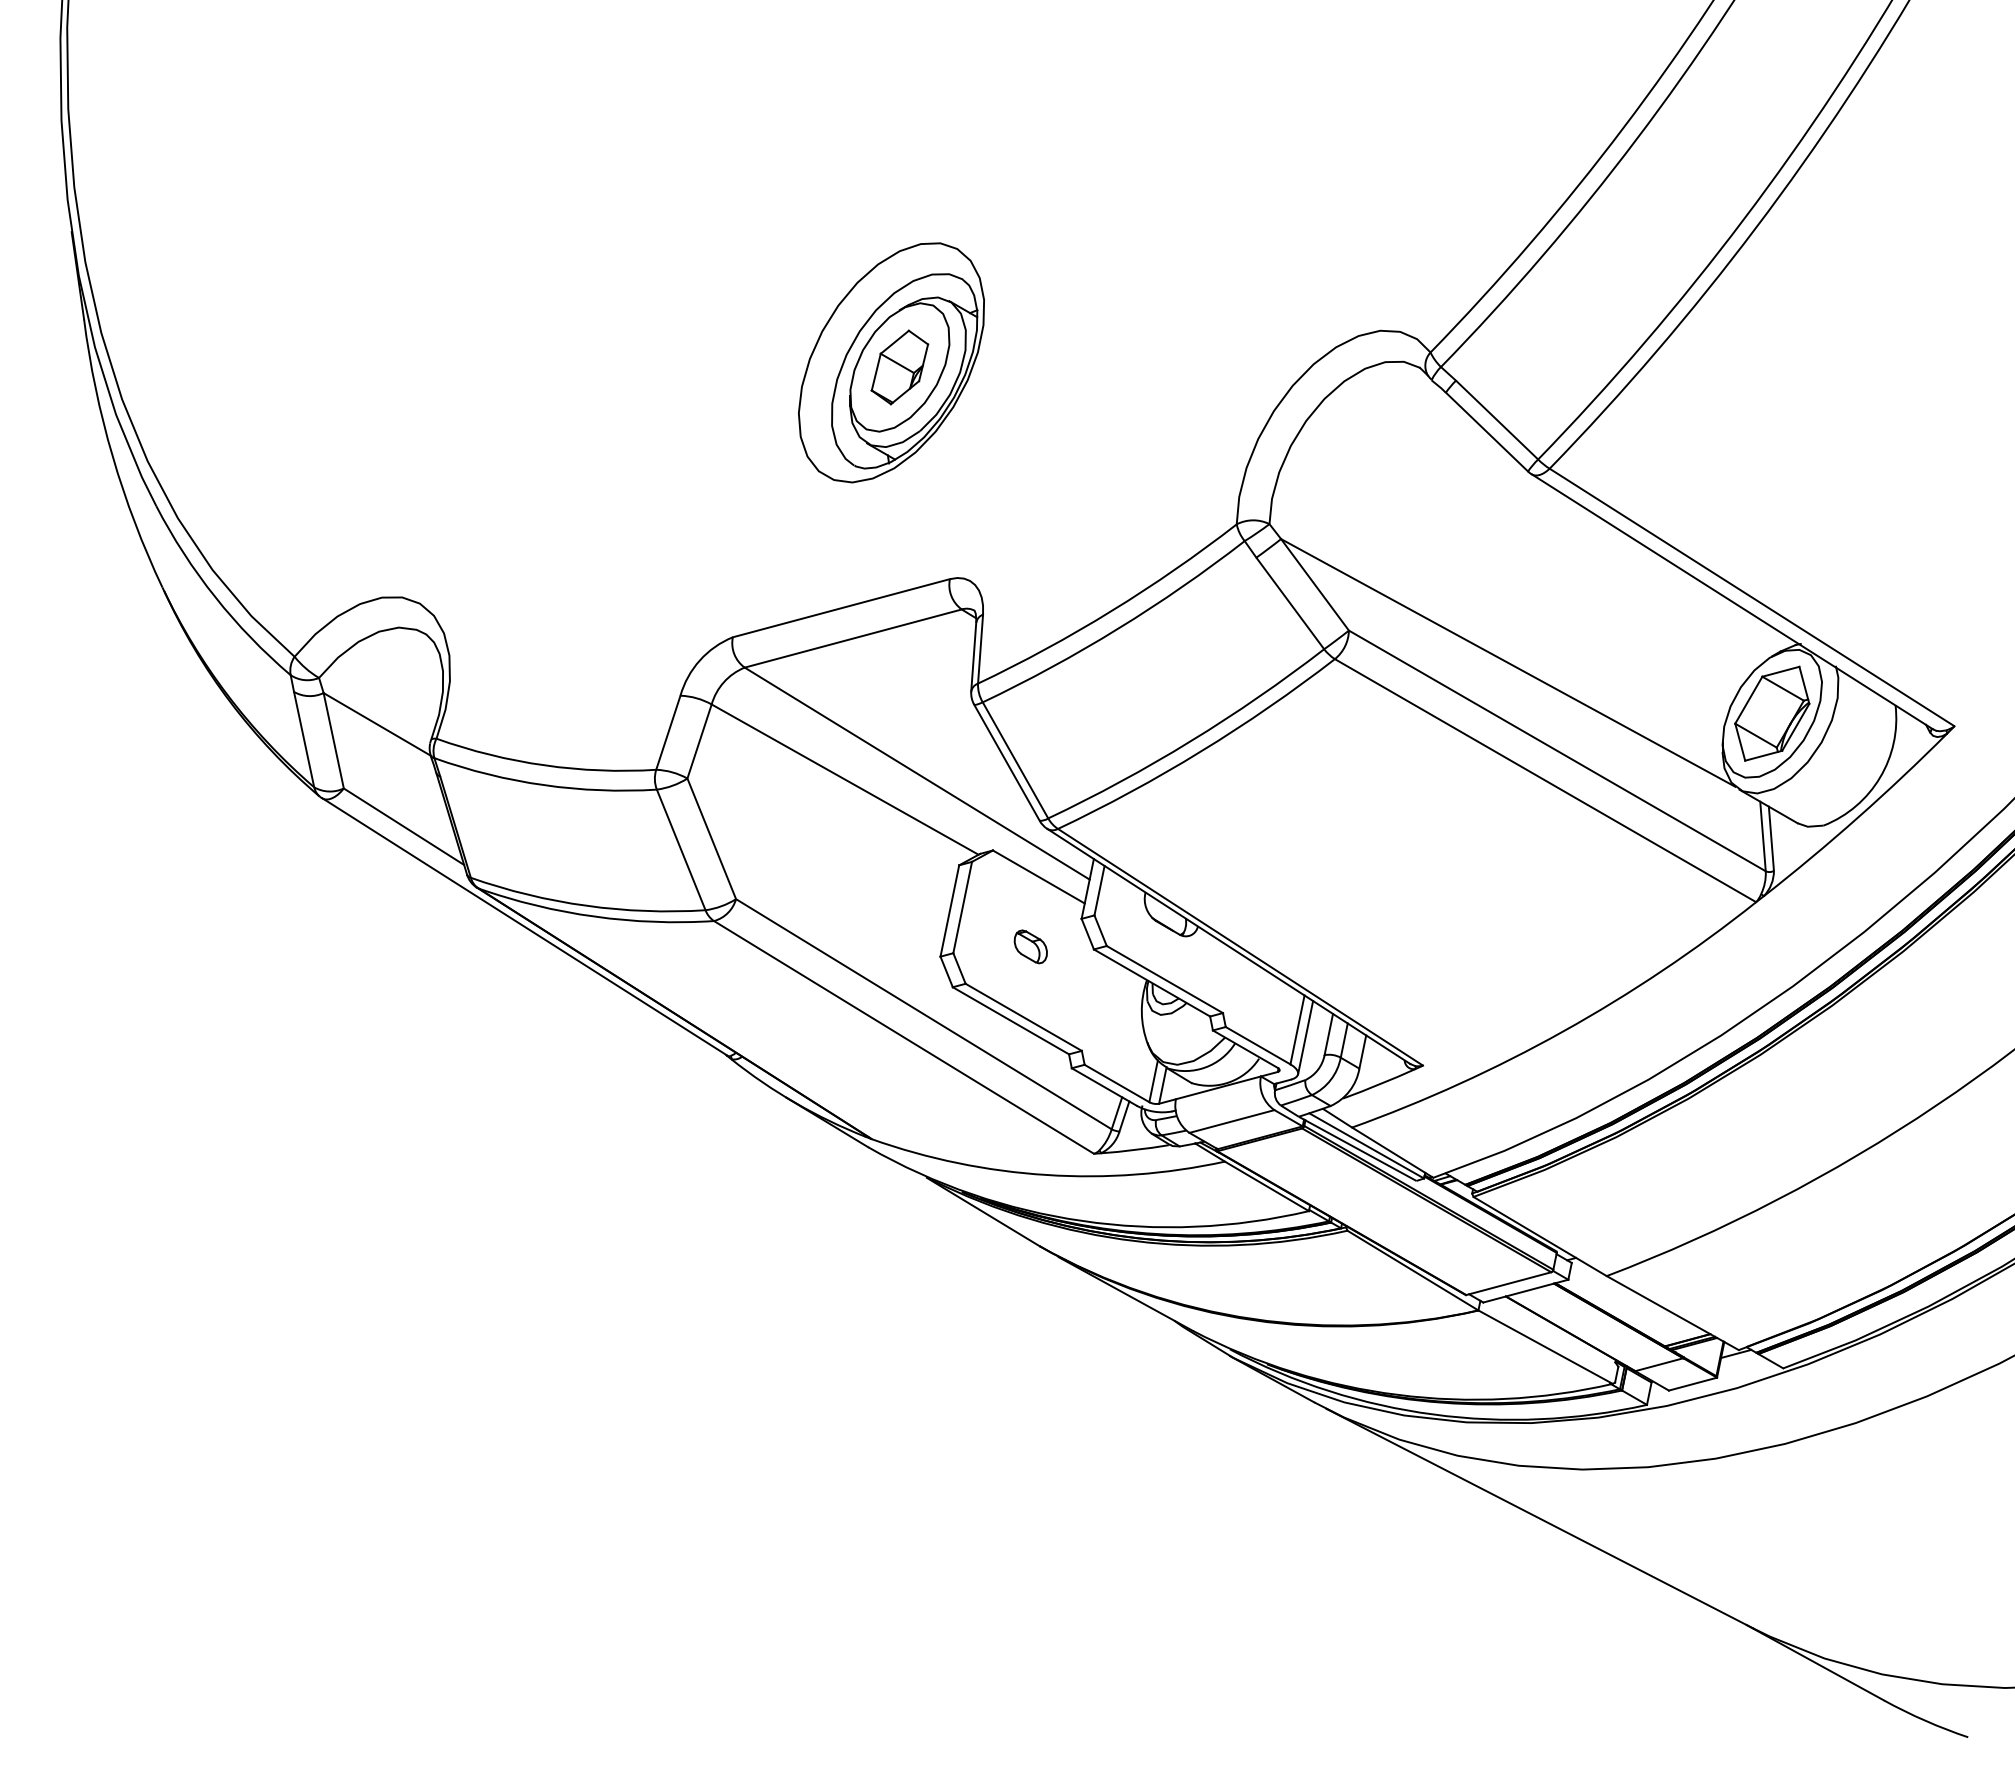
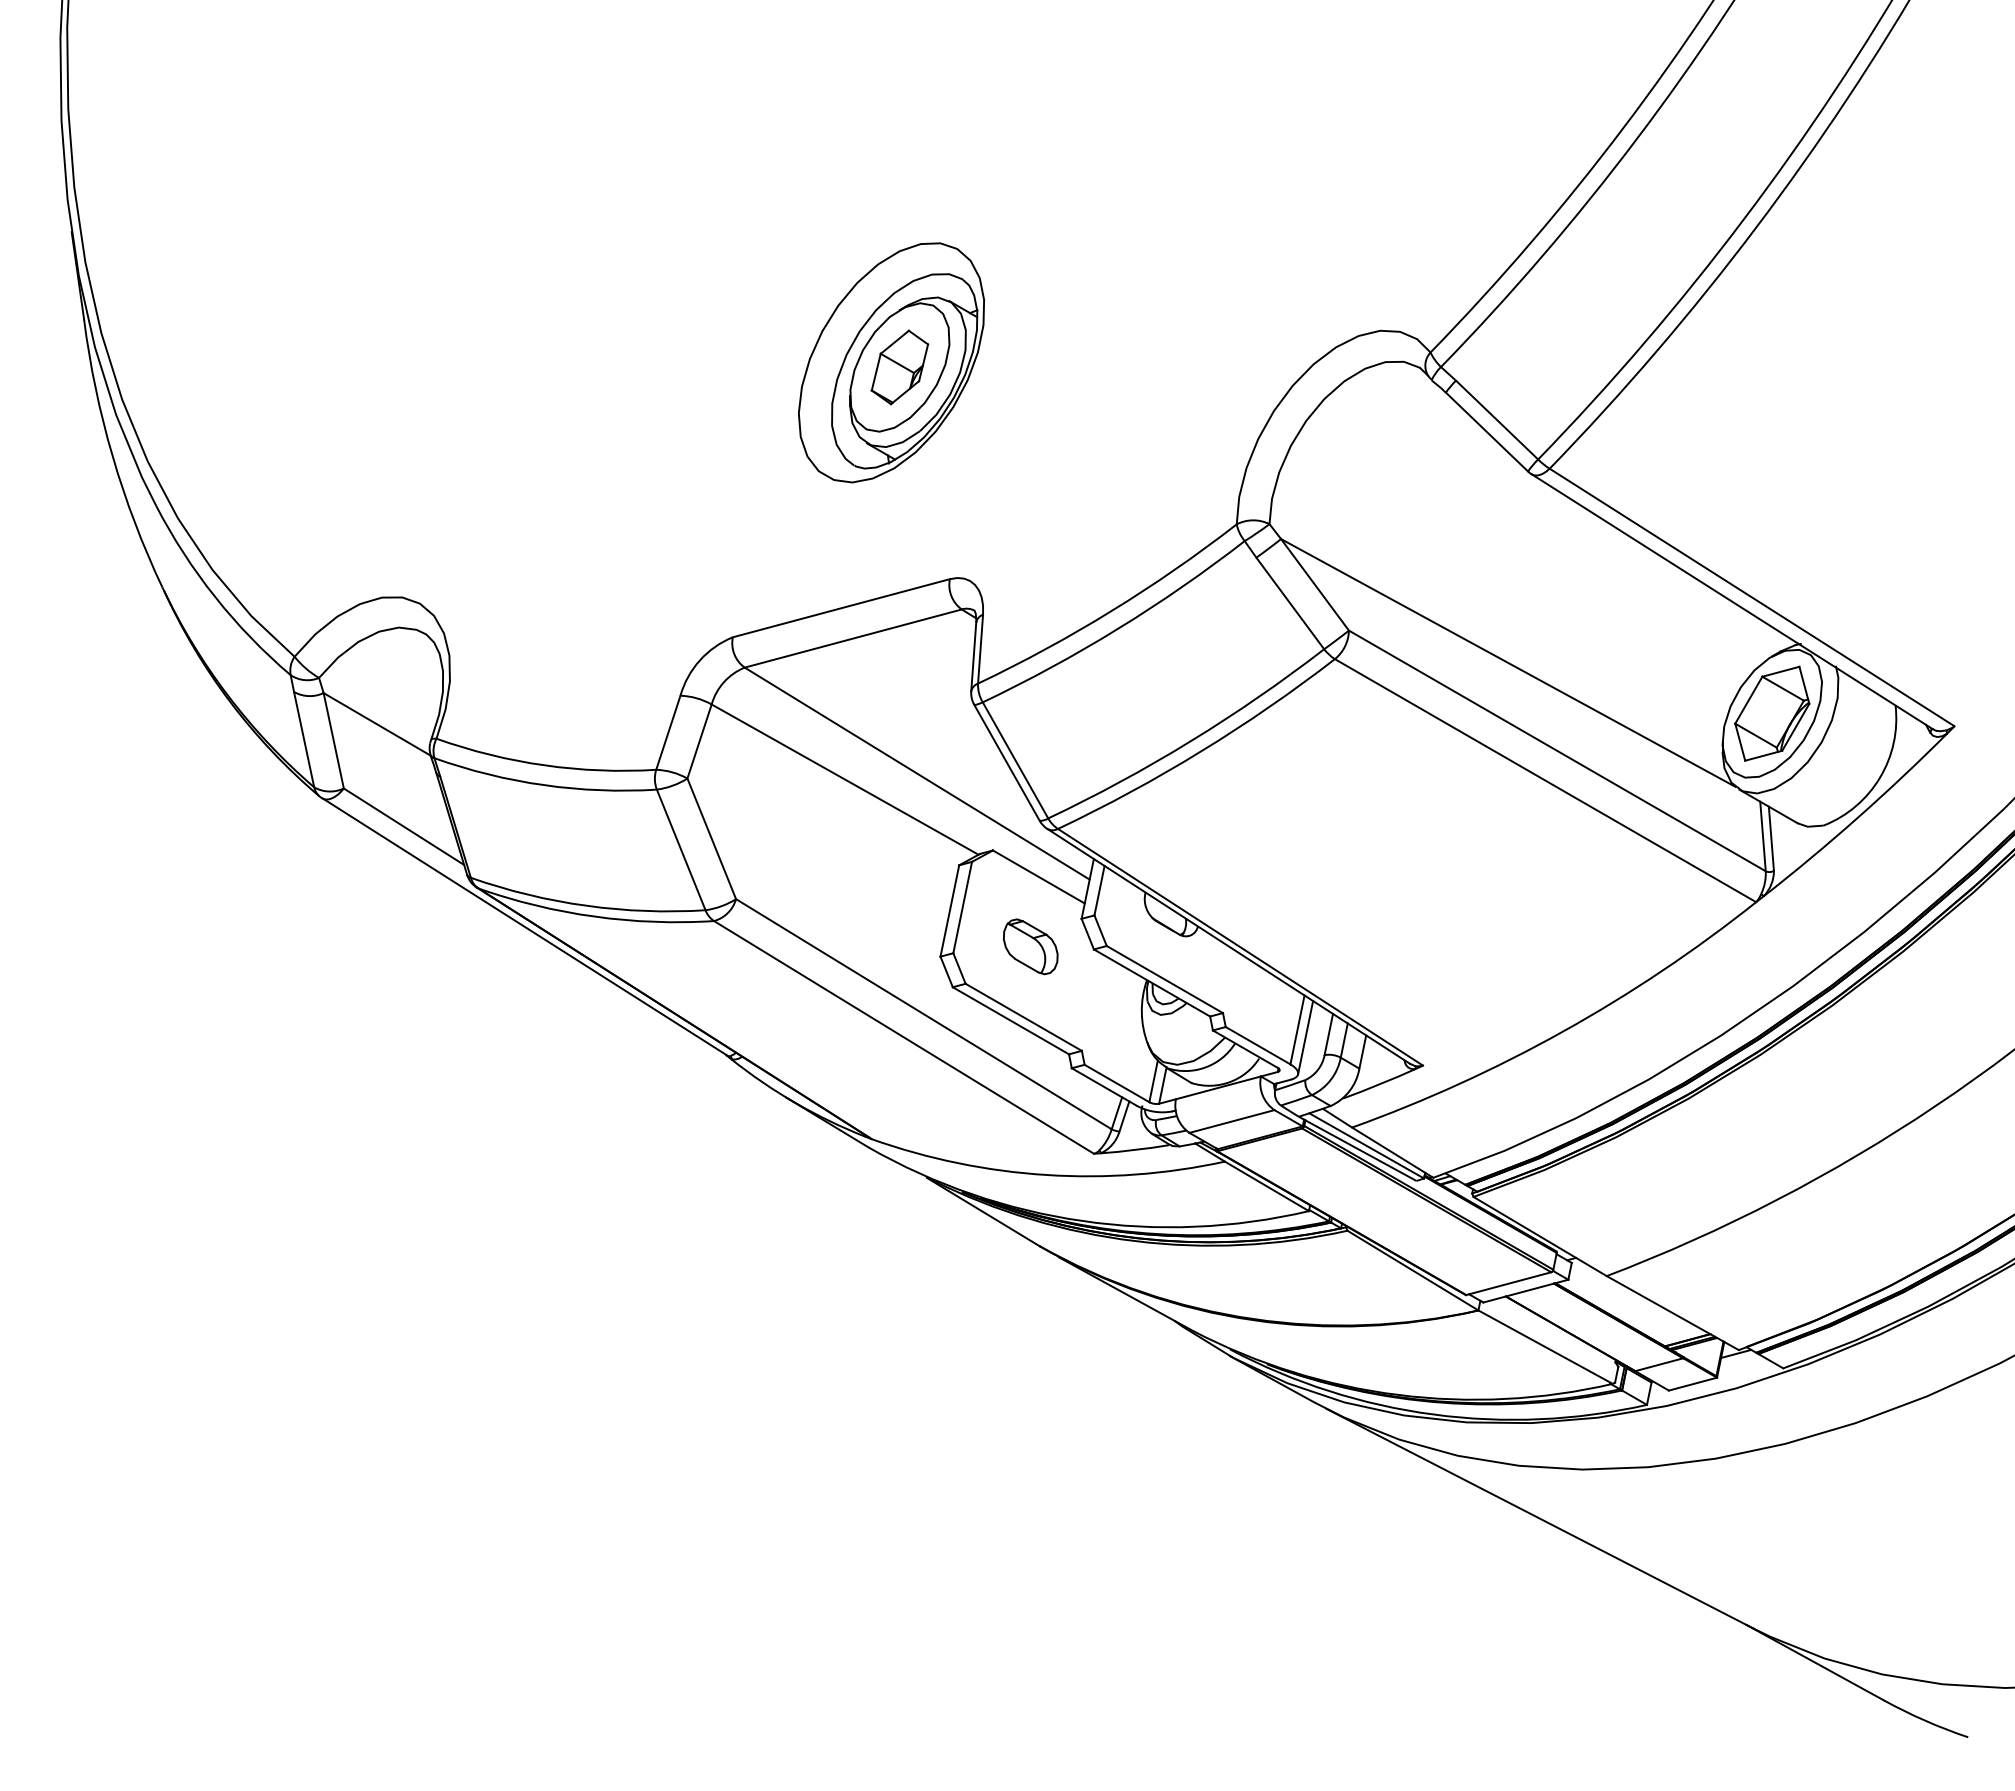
part at (1030, 946) size: 35x36 px -> 56x58 px
